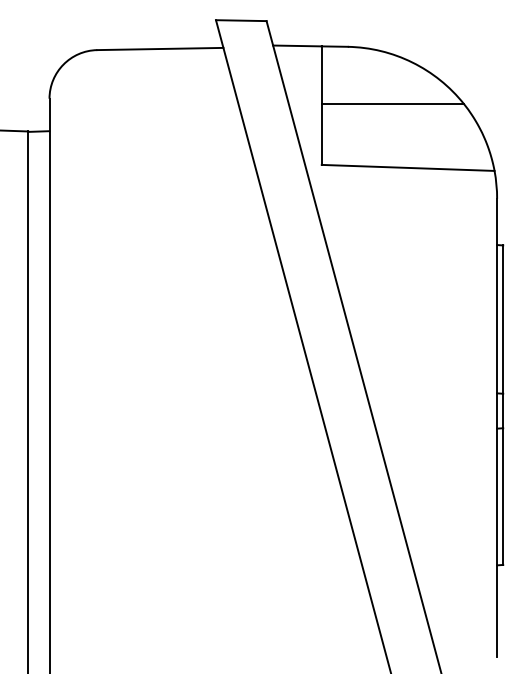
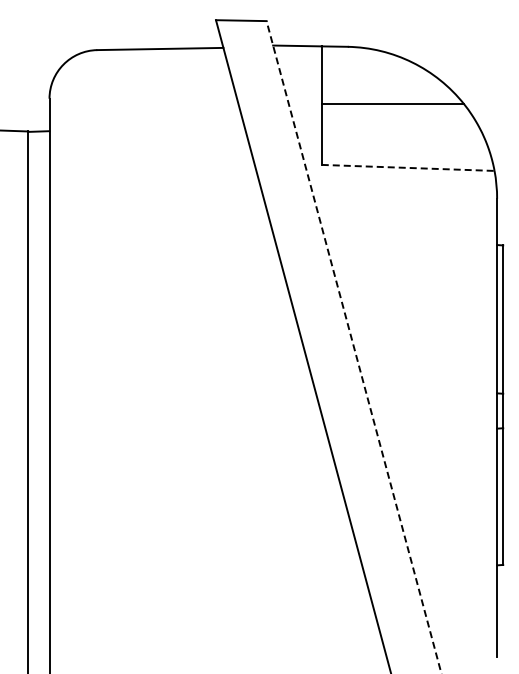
line at (408, 167): solid -> dashed
line at (354, 347): solid -> dashed
